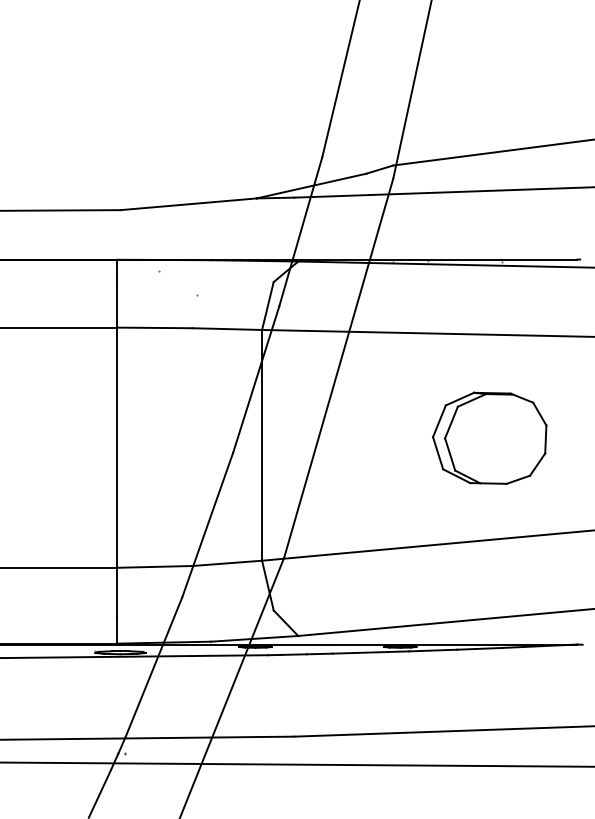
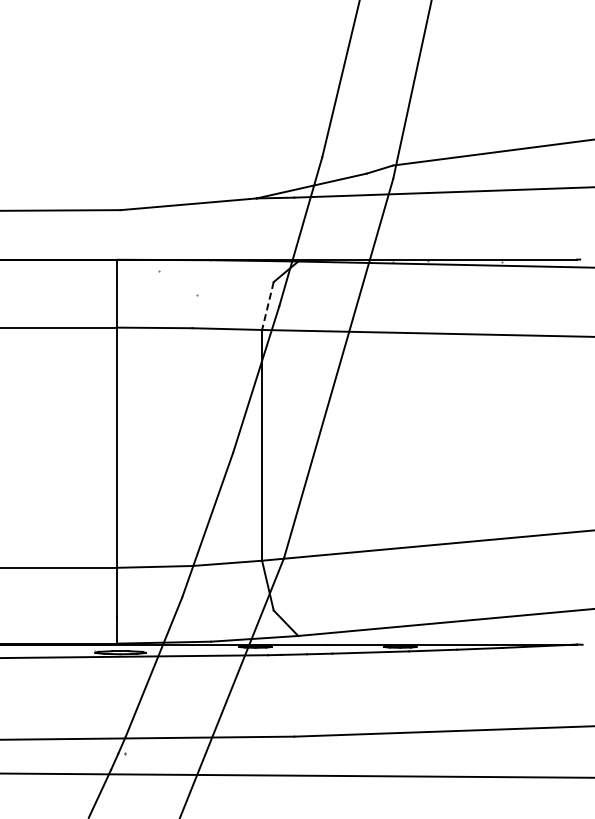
line at (267, 306): solid -> dashed
part at (489, 437): present -> none
line at (296, 764) position: (296, 764) -> (296, 775)
